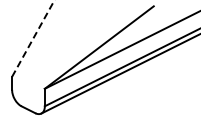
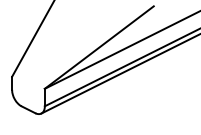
line at (33, 38): dashed -> solid
